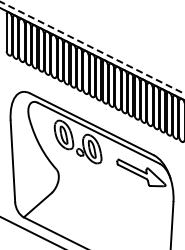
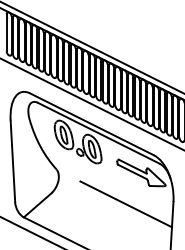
line at (92, 47): dashed -> solid
line at (91, 103): none -> present
line at (125, 204): none -> present
